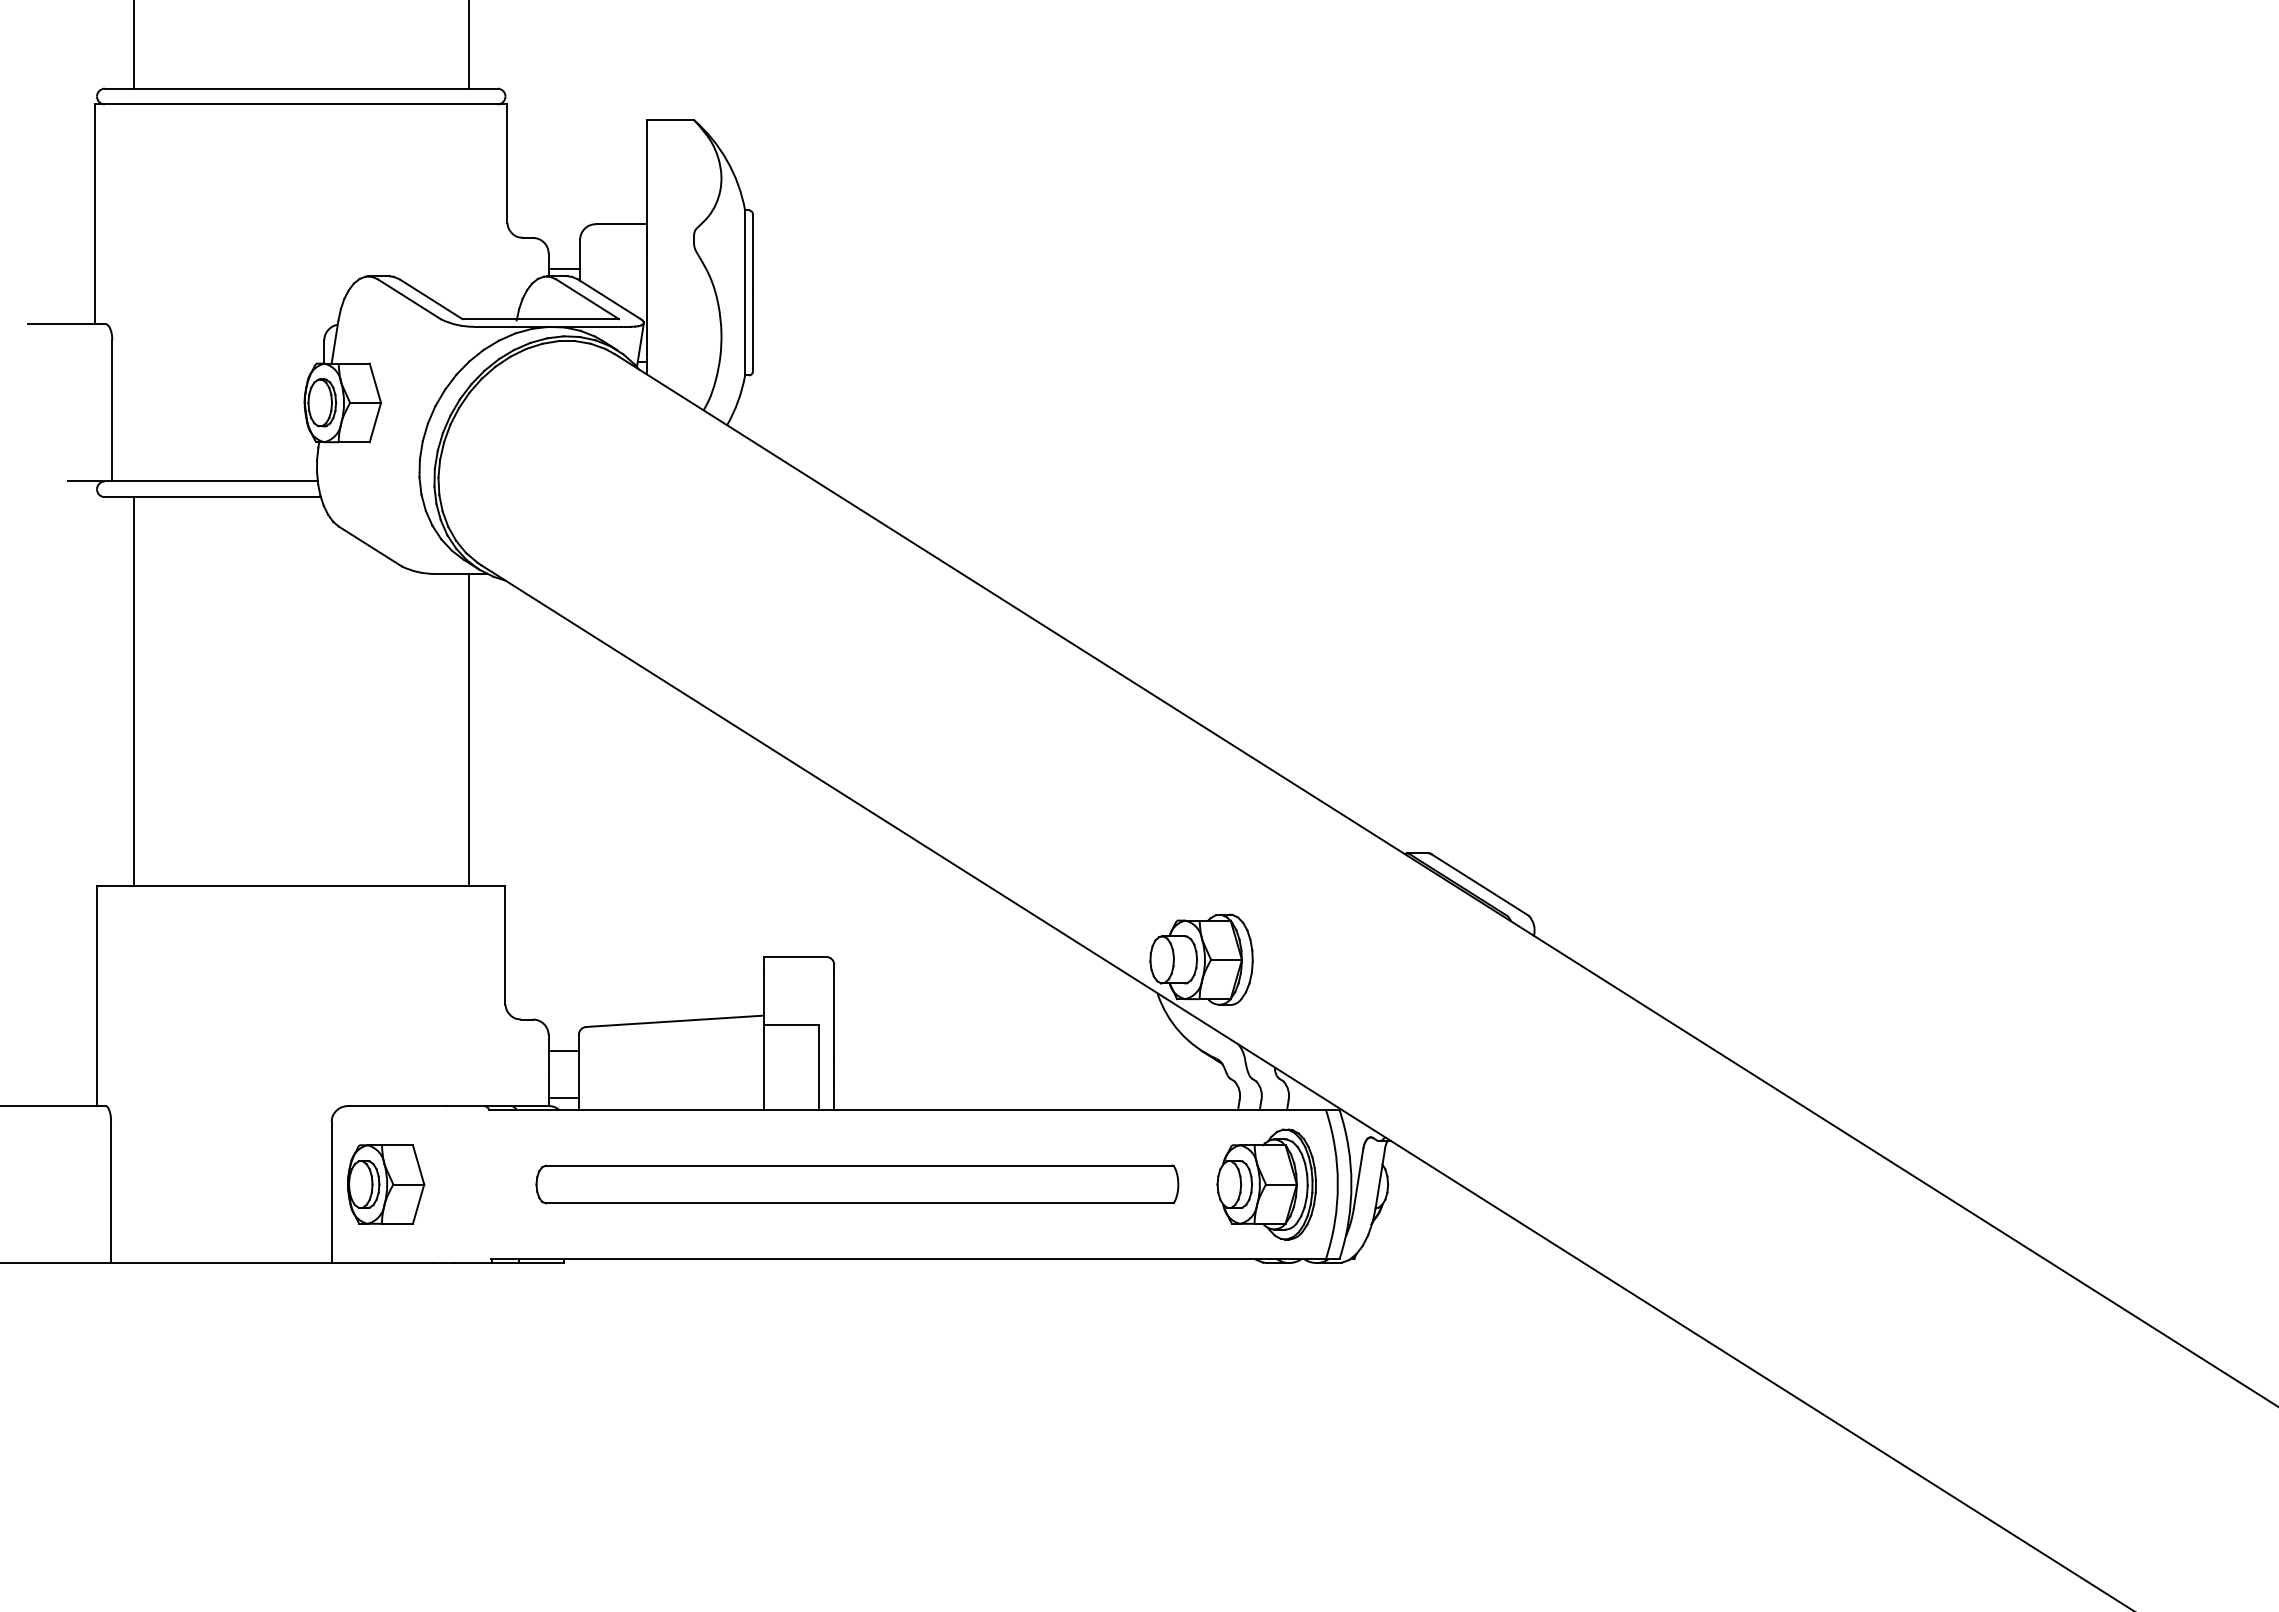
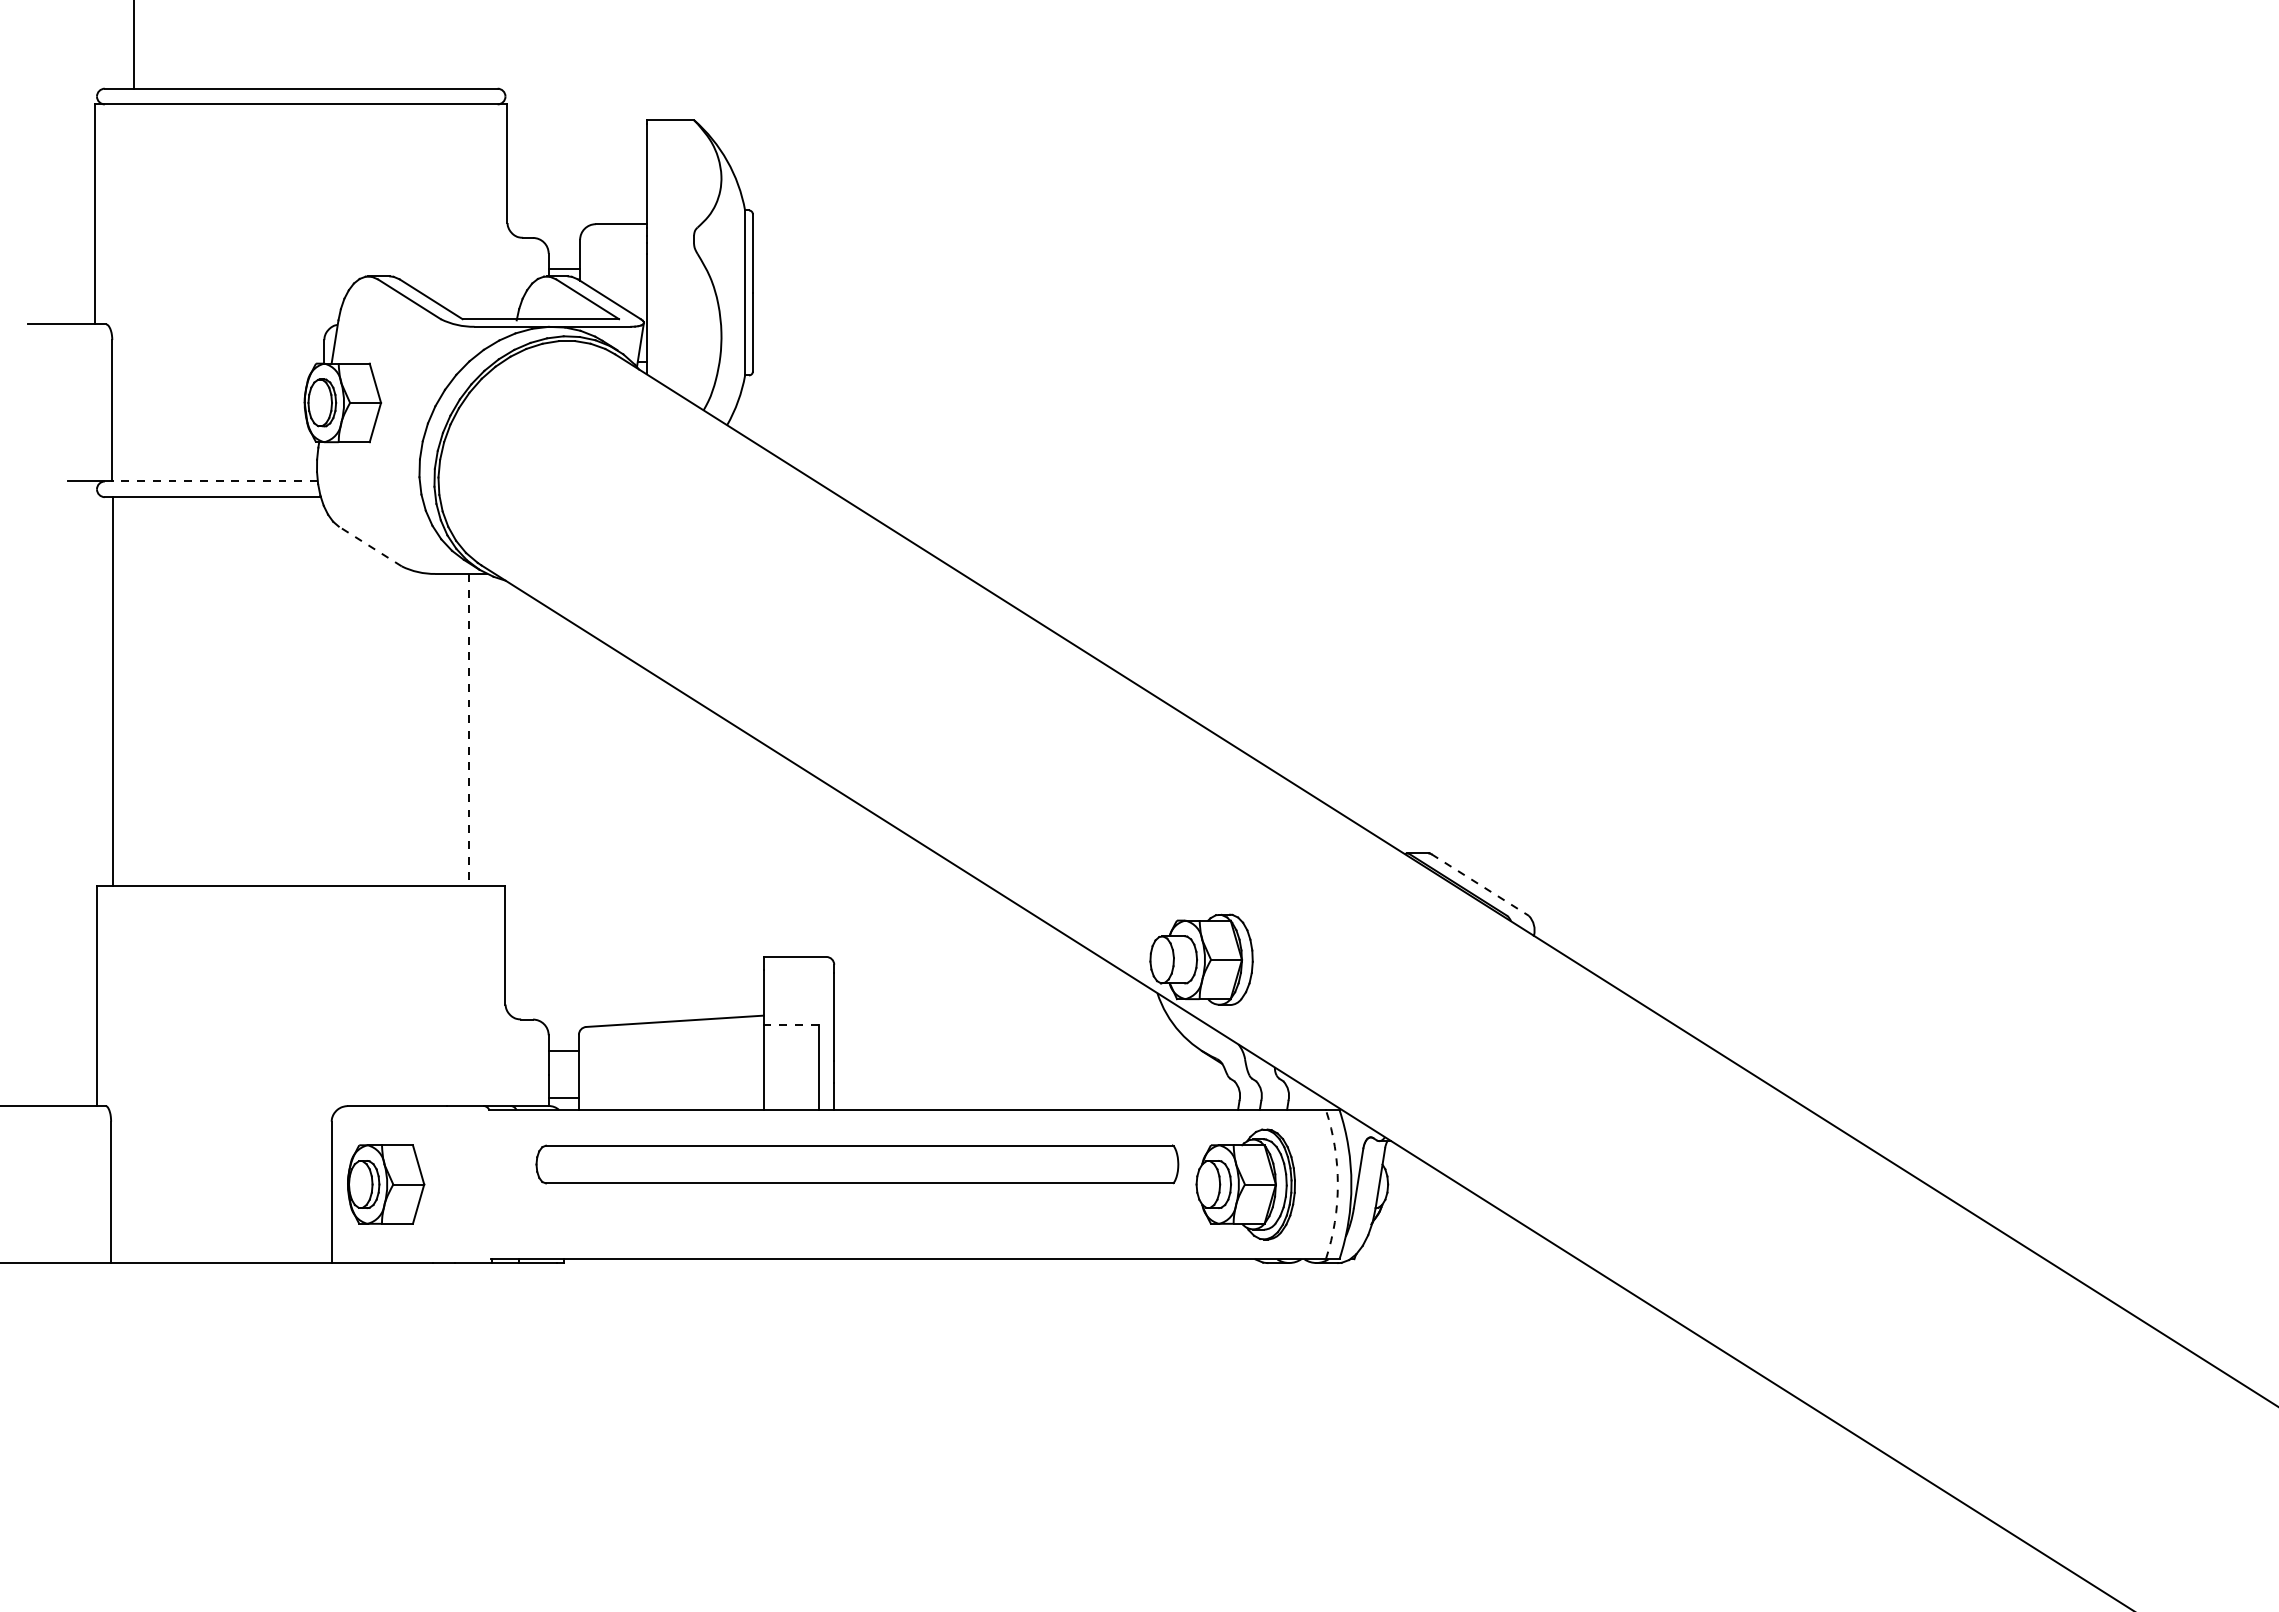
line at (468, 45): present -> none
line at (215, 481): solid -> dashed
line at (369, 546): solid -> dashed
line at (133, 691) position: (133, 691) -> (112, 691)
line at (468, 730): solid -> dashed
line at (1480, 885): solid -> dashed
line at (791, 1025): solid -> dashed
part at (857, 1184) position: (857, 1184) -> (857, 1164)
part at (1266, 1184) position: (1266, 1184) -> (1245, 1184)
arc at (1337, 1184): solid -> dashed
